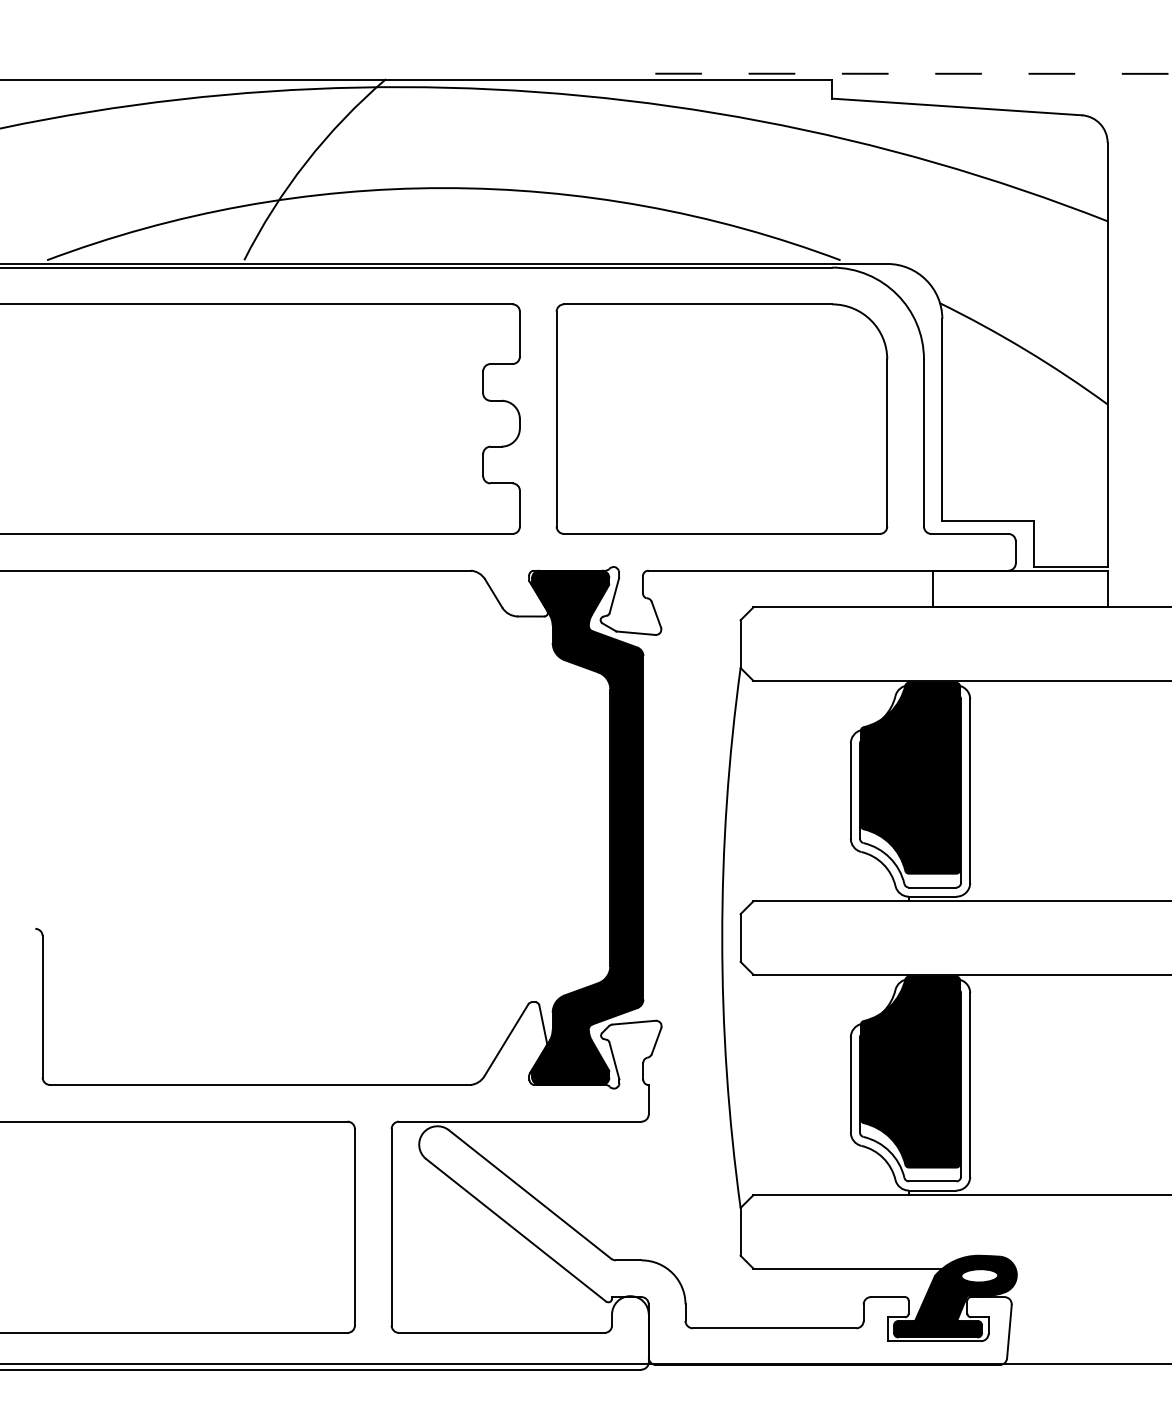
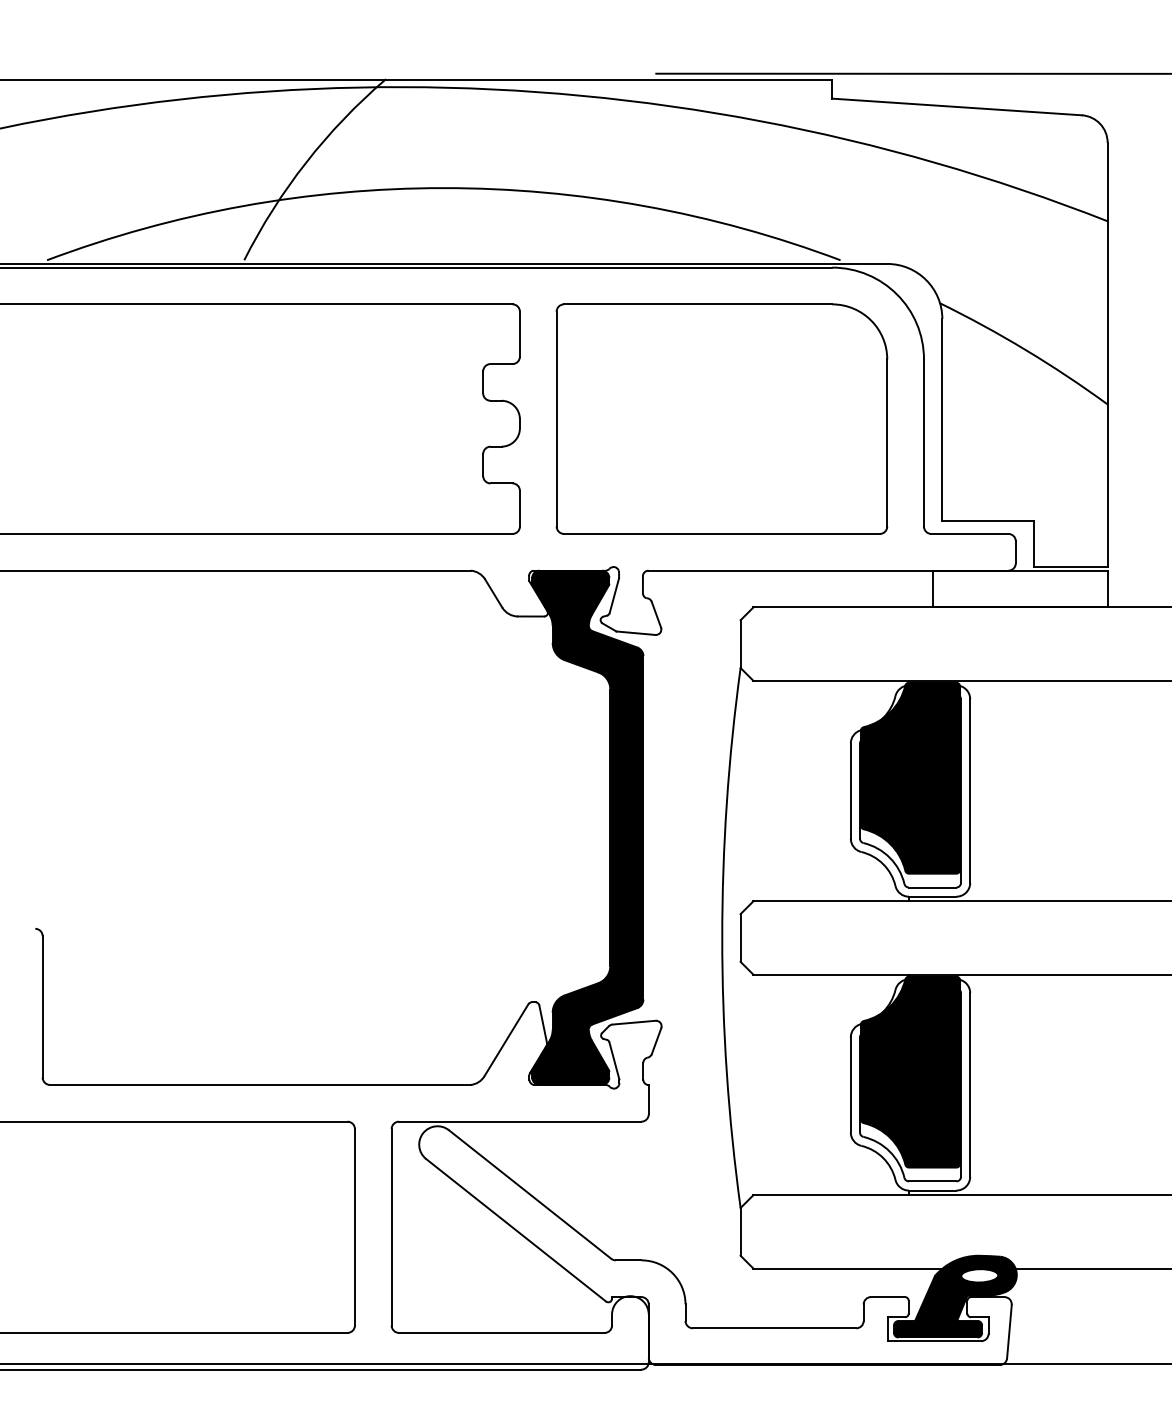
line at (914, 73): dashed -> solid
line at (1091, 1268): none -> present
